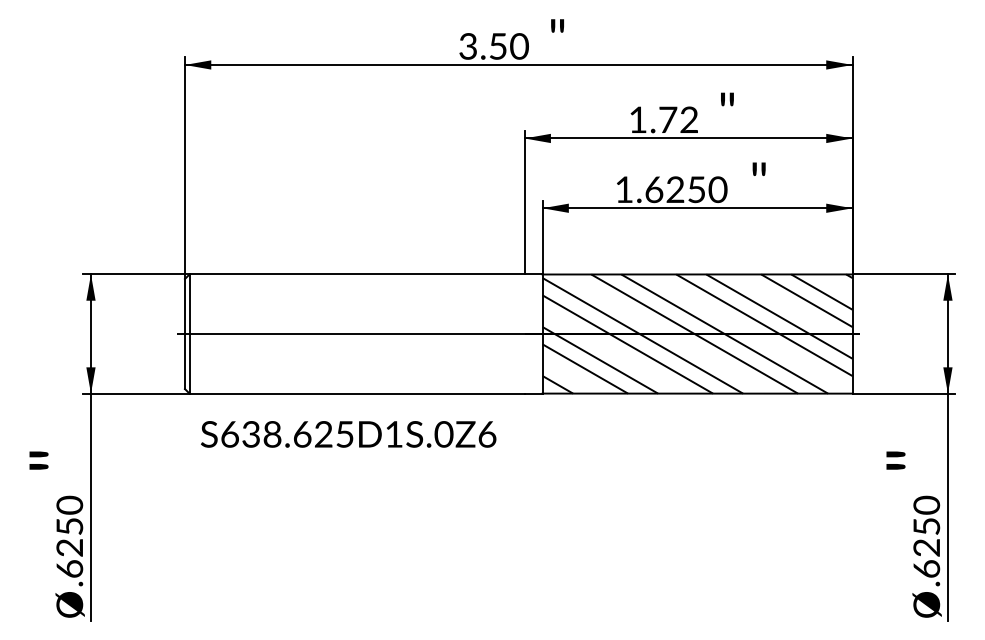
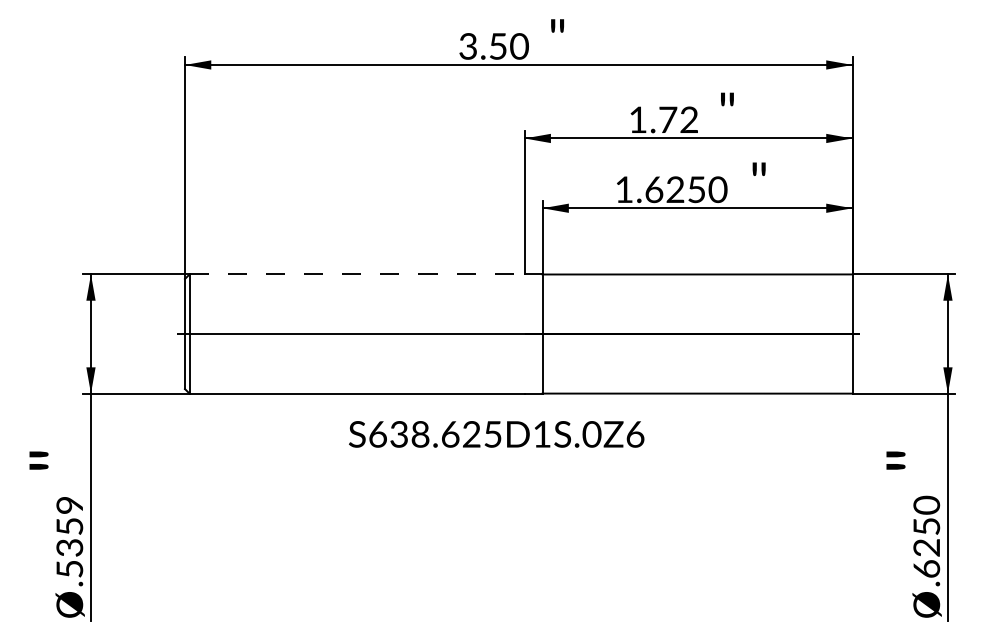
line at (357, 274): solid -> dashed
hatch at (697, 333): present -> none
text at (348, 434) position: (348, 434) -> (496, 434)
text at (69, 536): .6250 -> .5359
